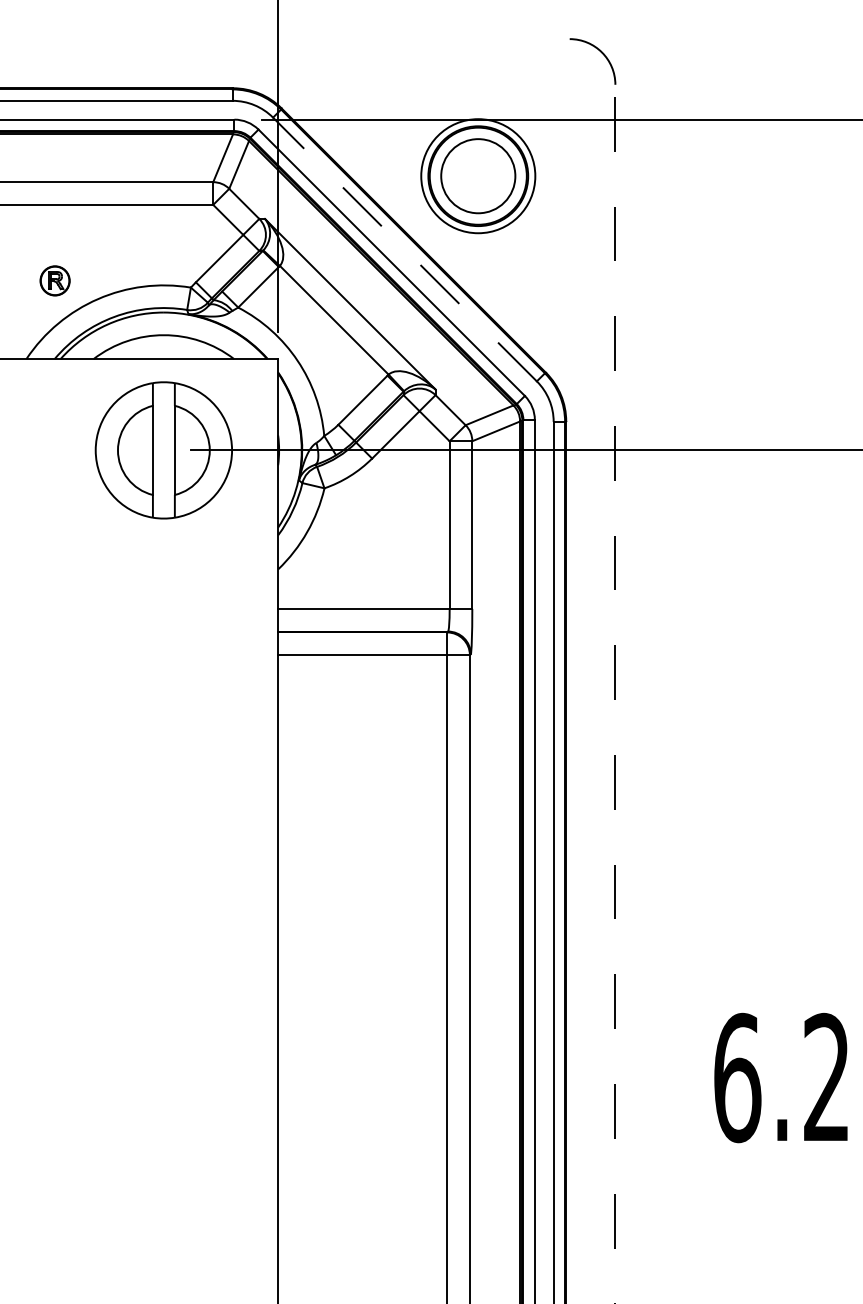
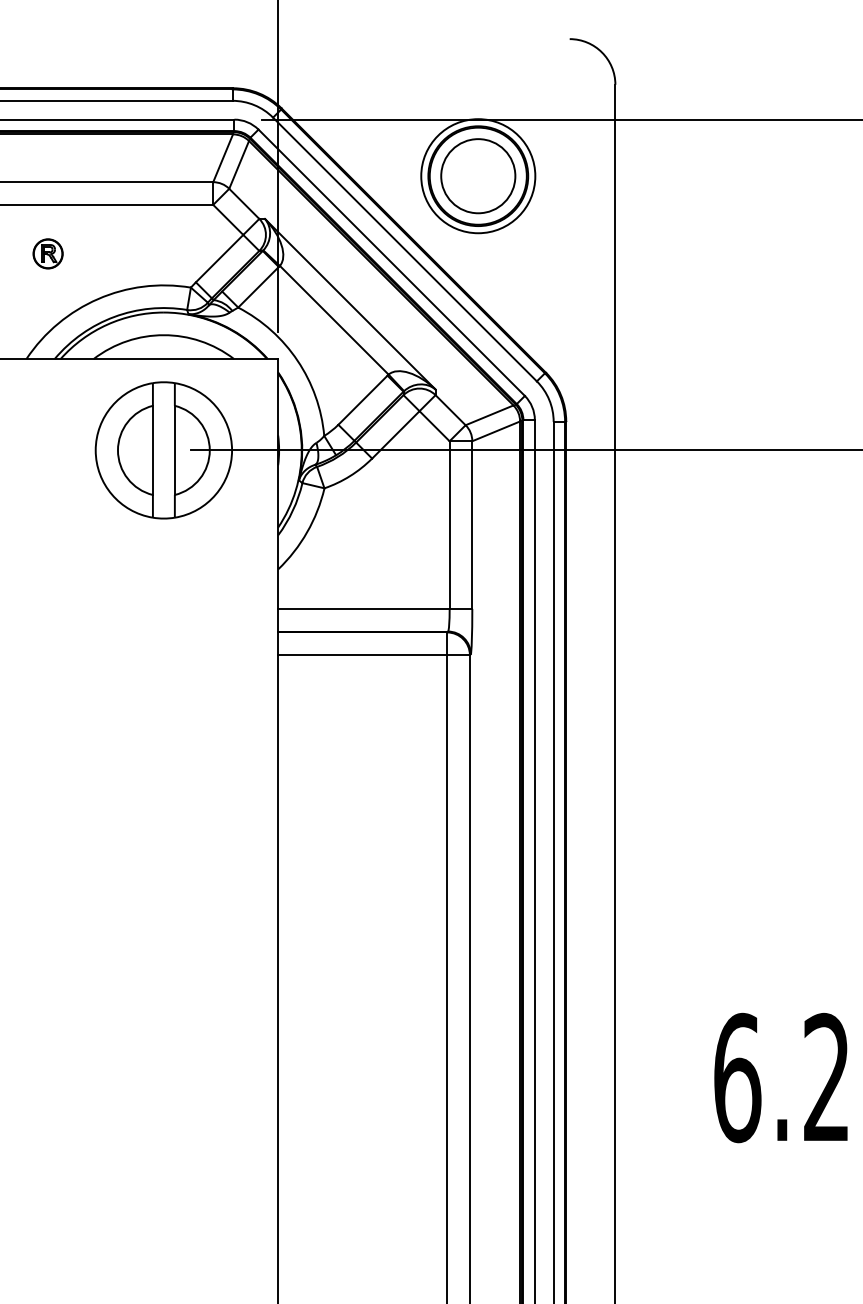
line at (404, 249): dashed -> solid
part at (54, 280) position: (54, 280) -> (47, 253)
line at (615, 693): dashed -> solid
